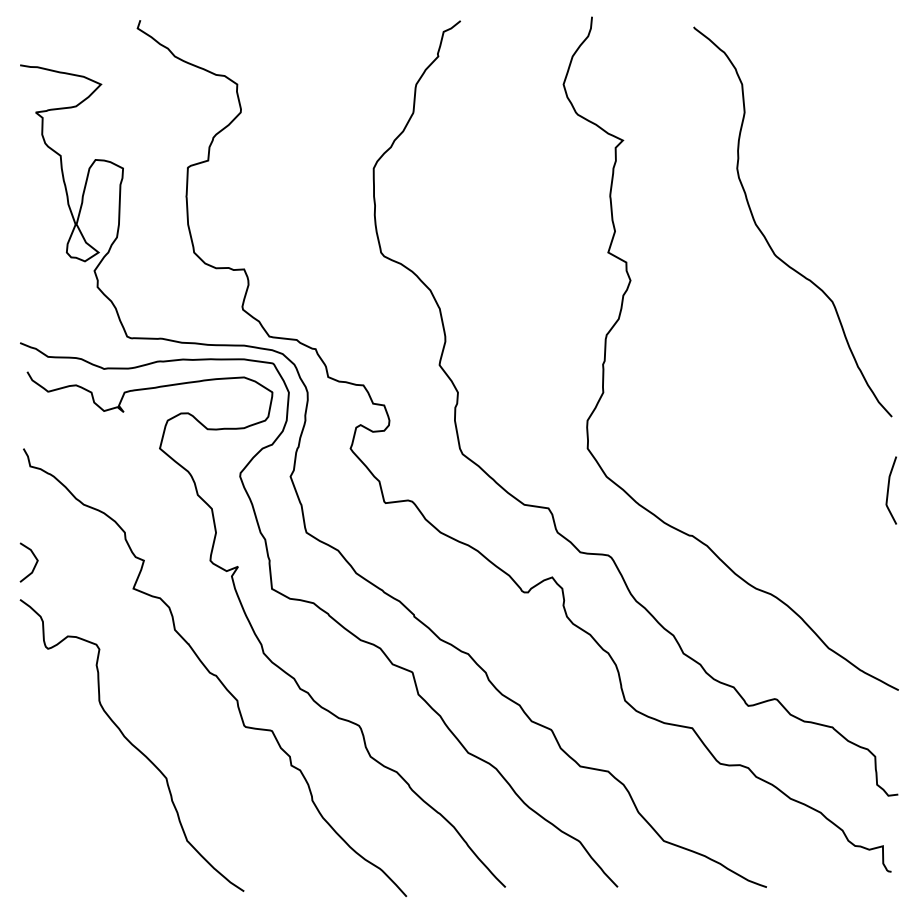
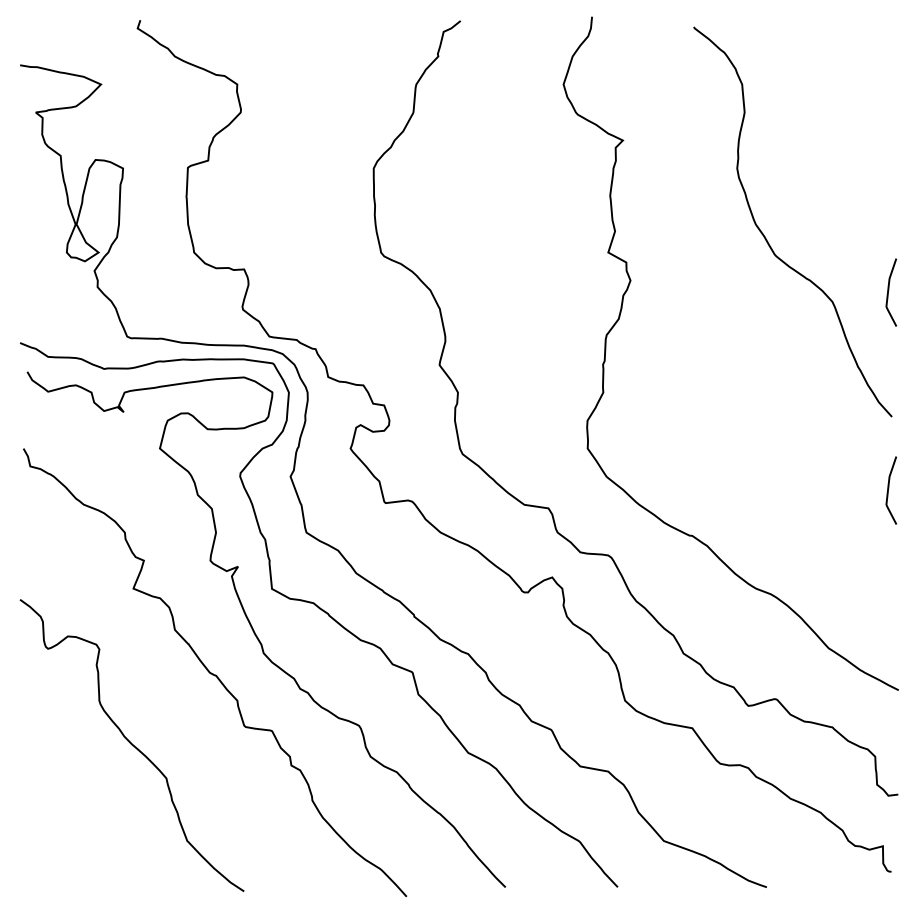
curve at (888, 292): none -> present
line at (34, 565): present -> none
